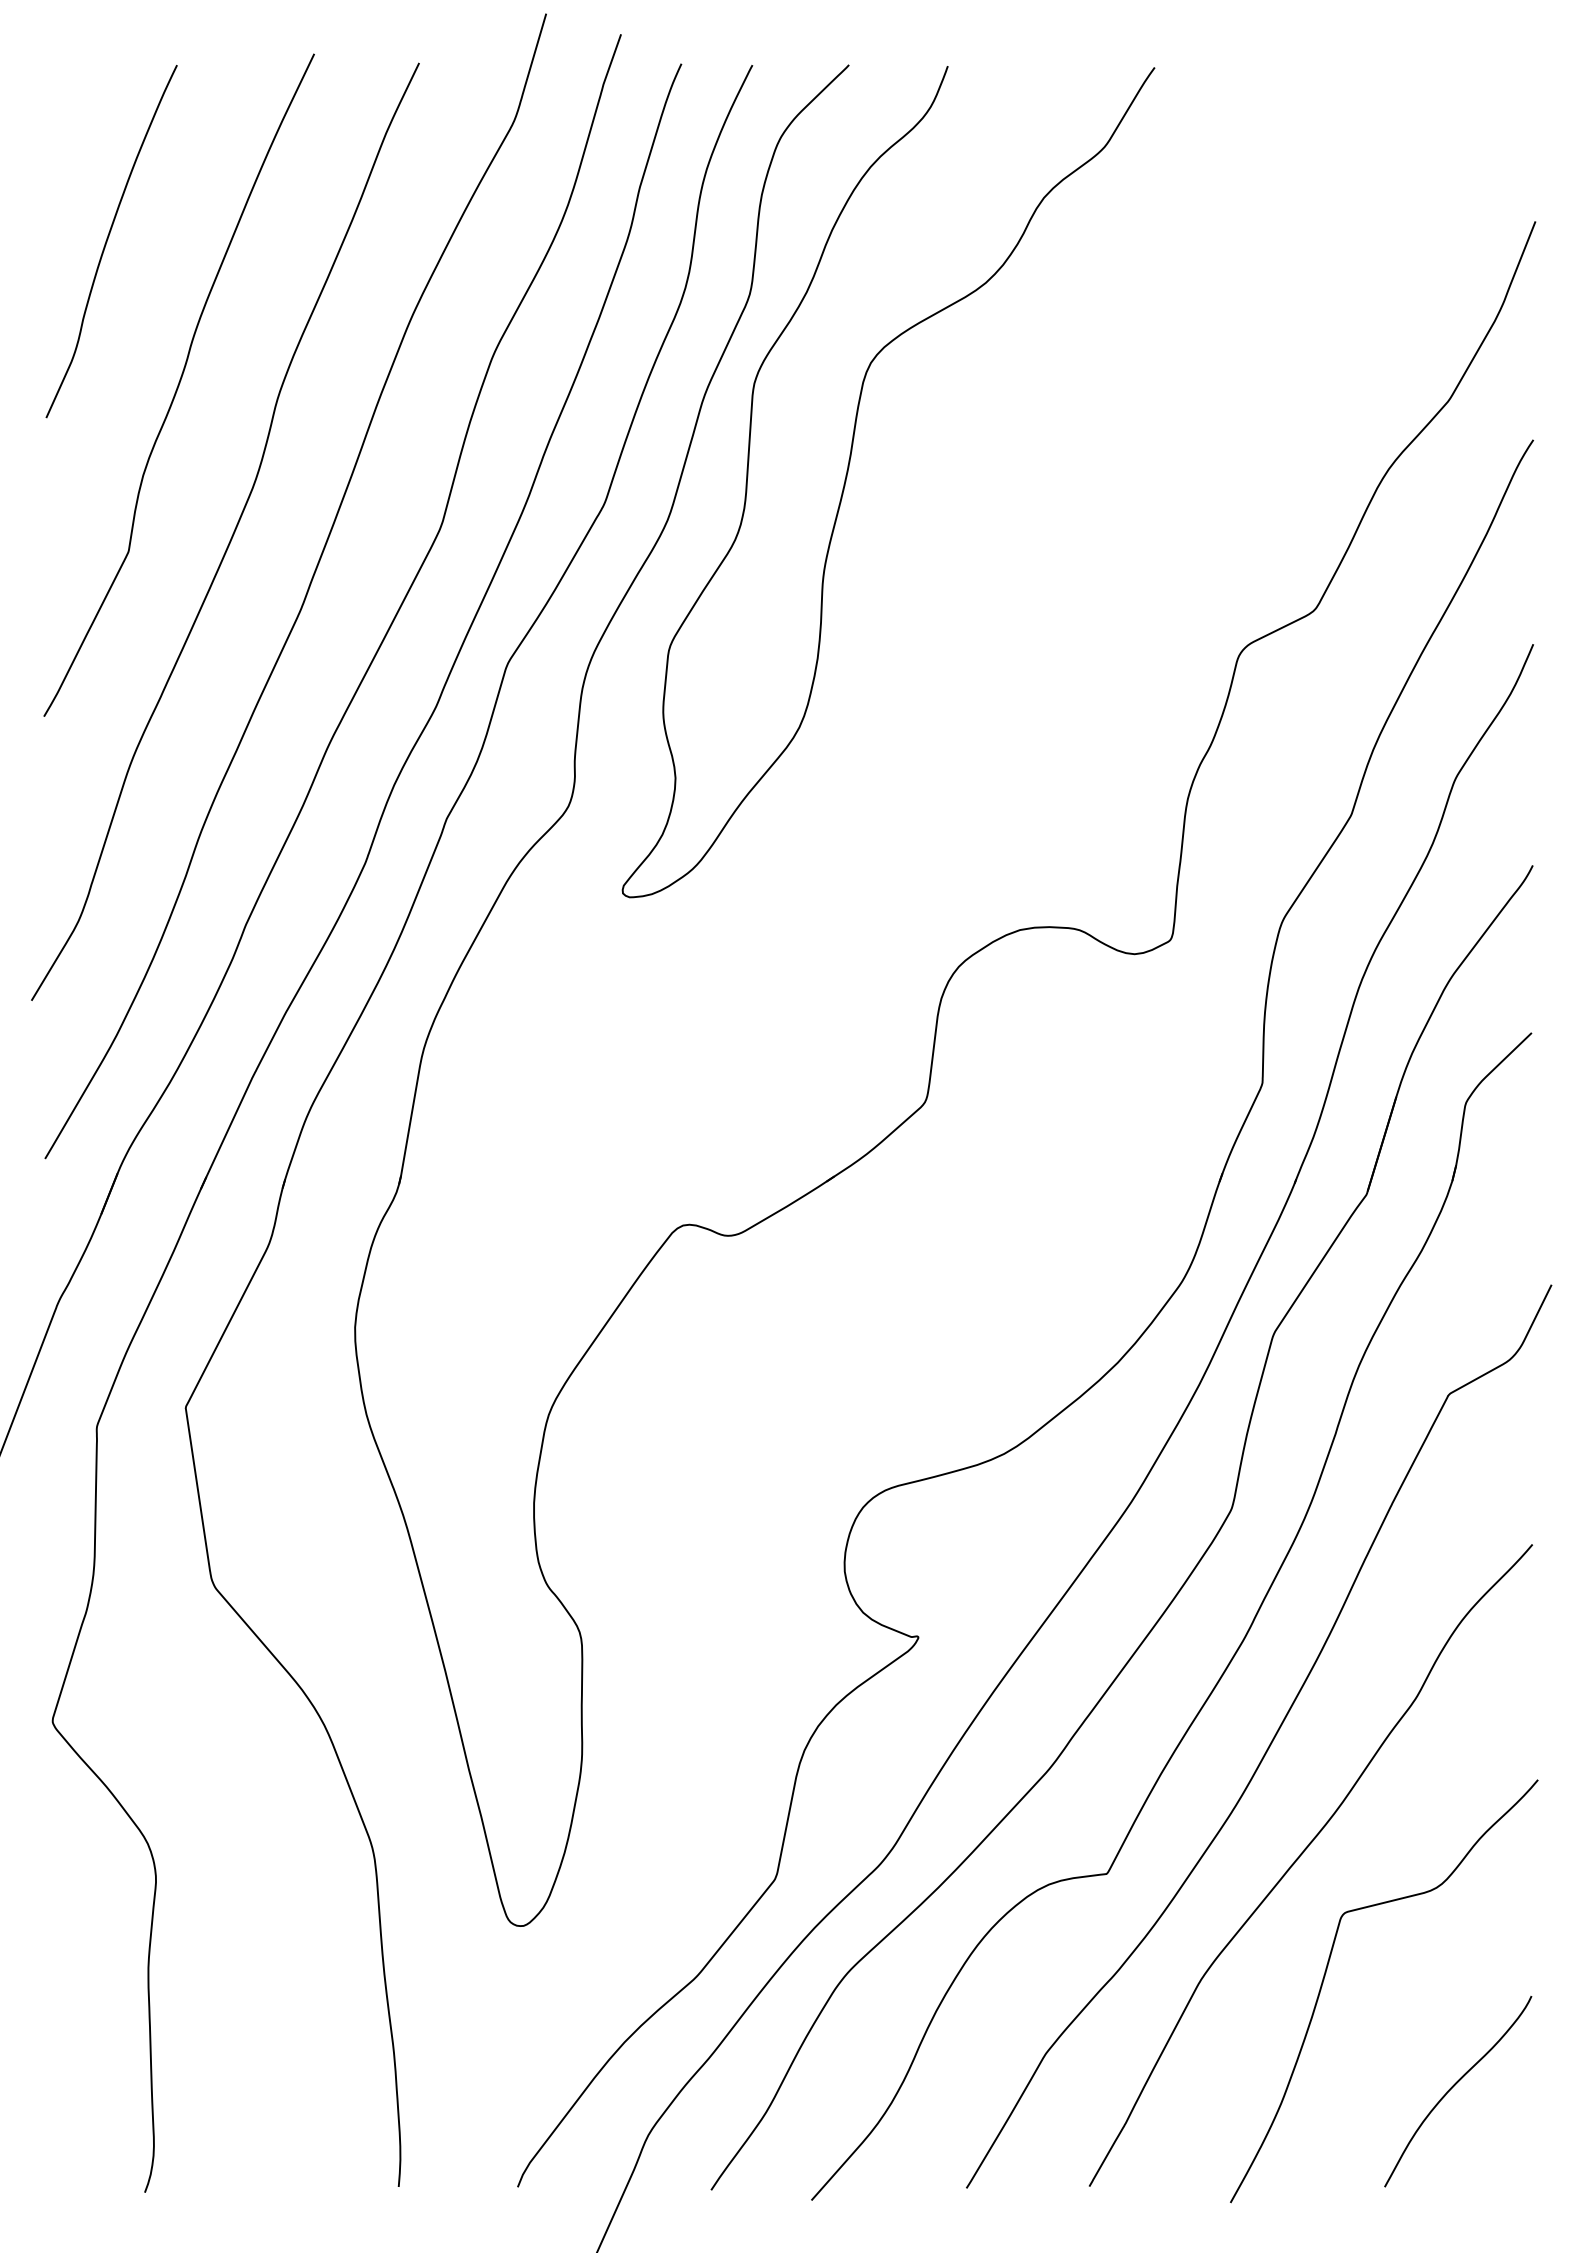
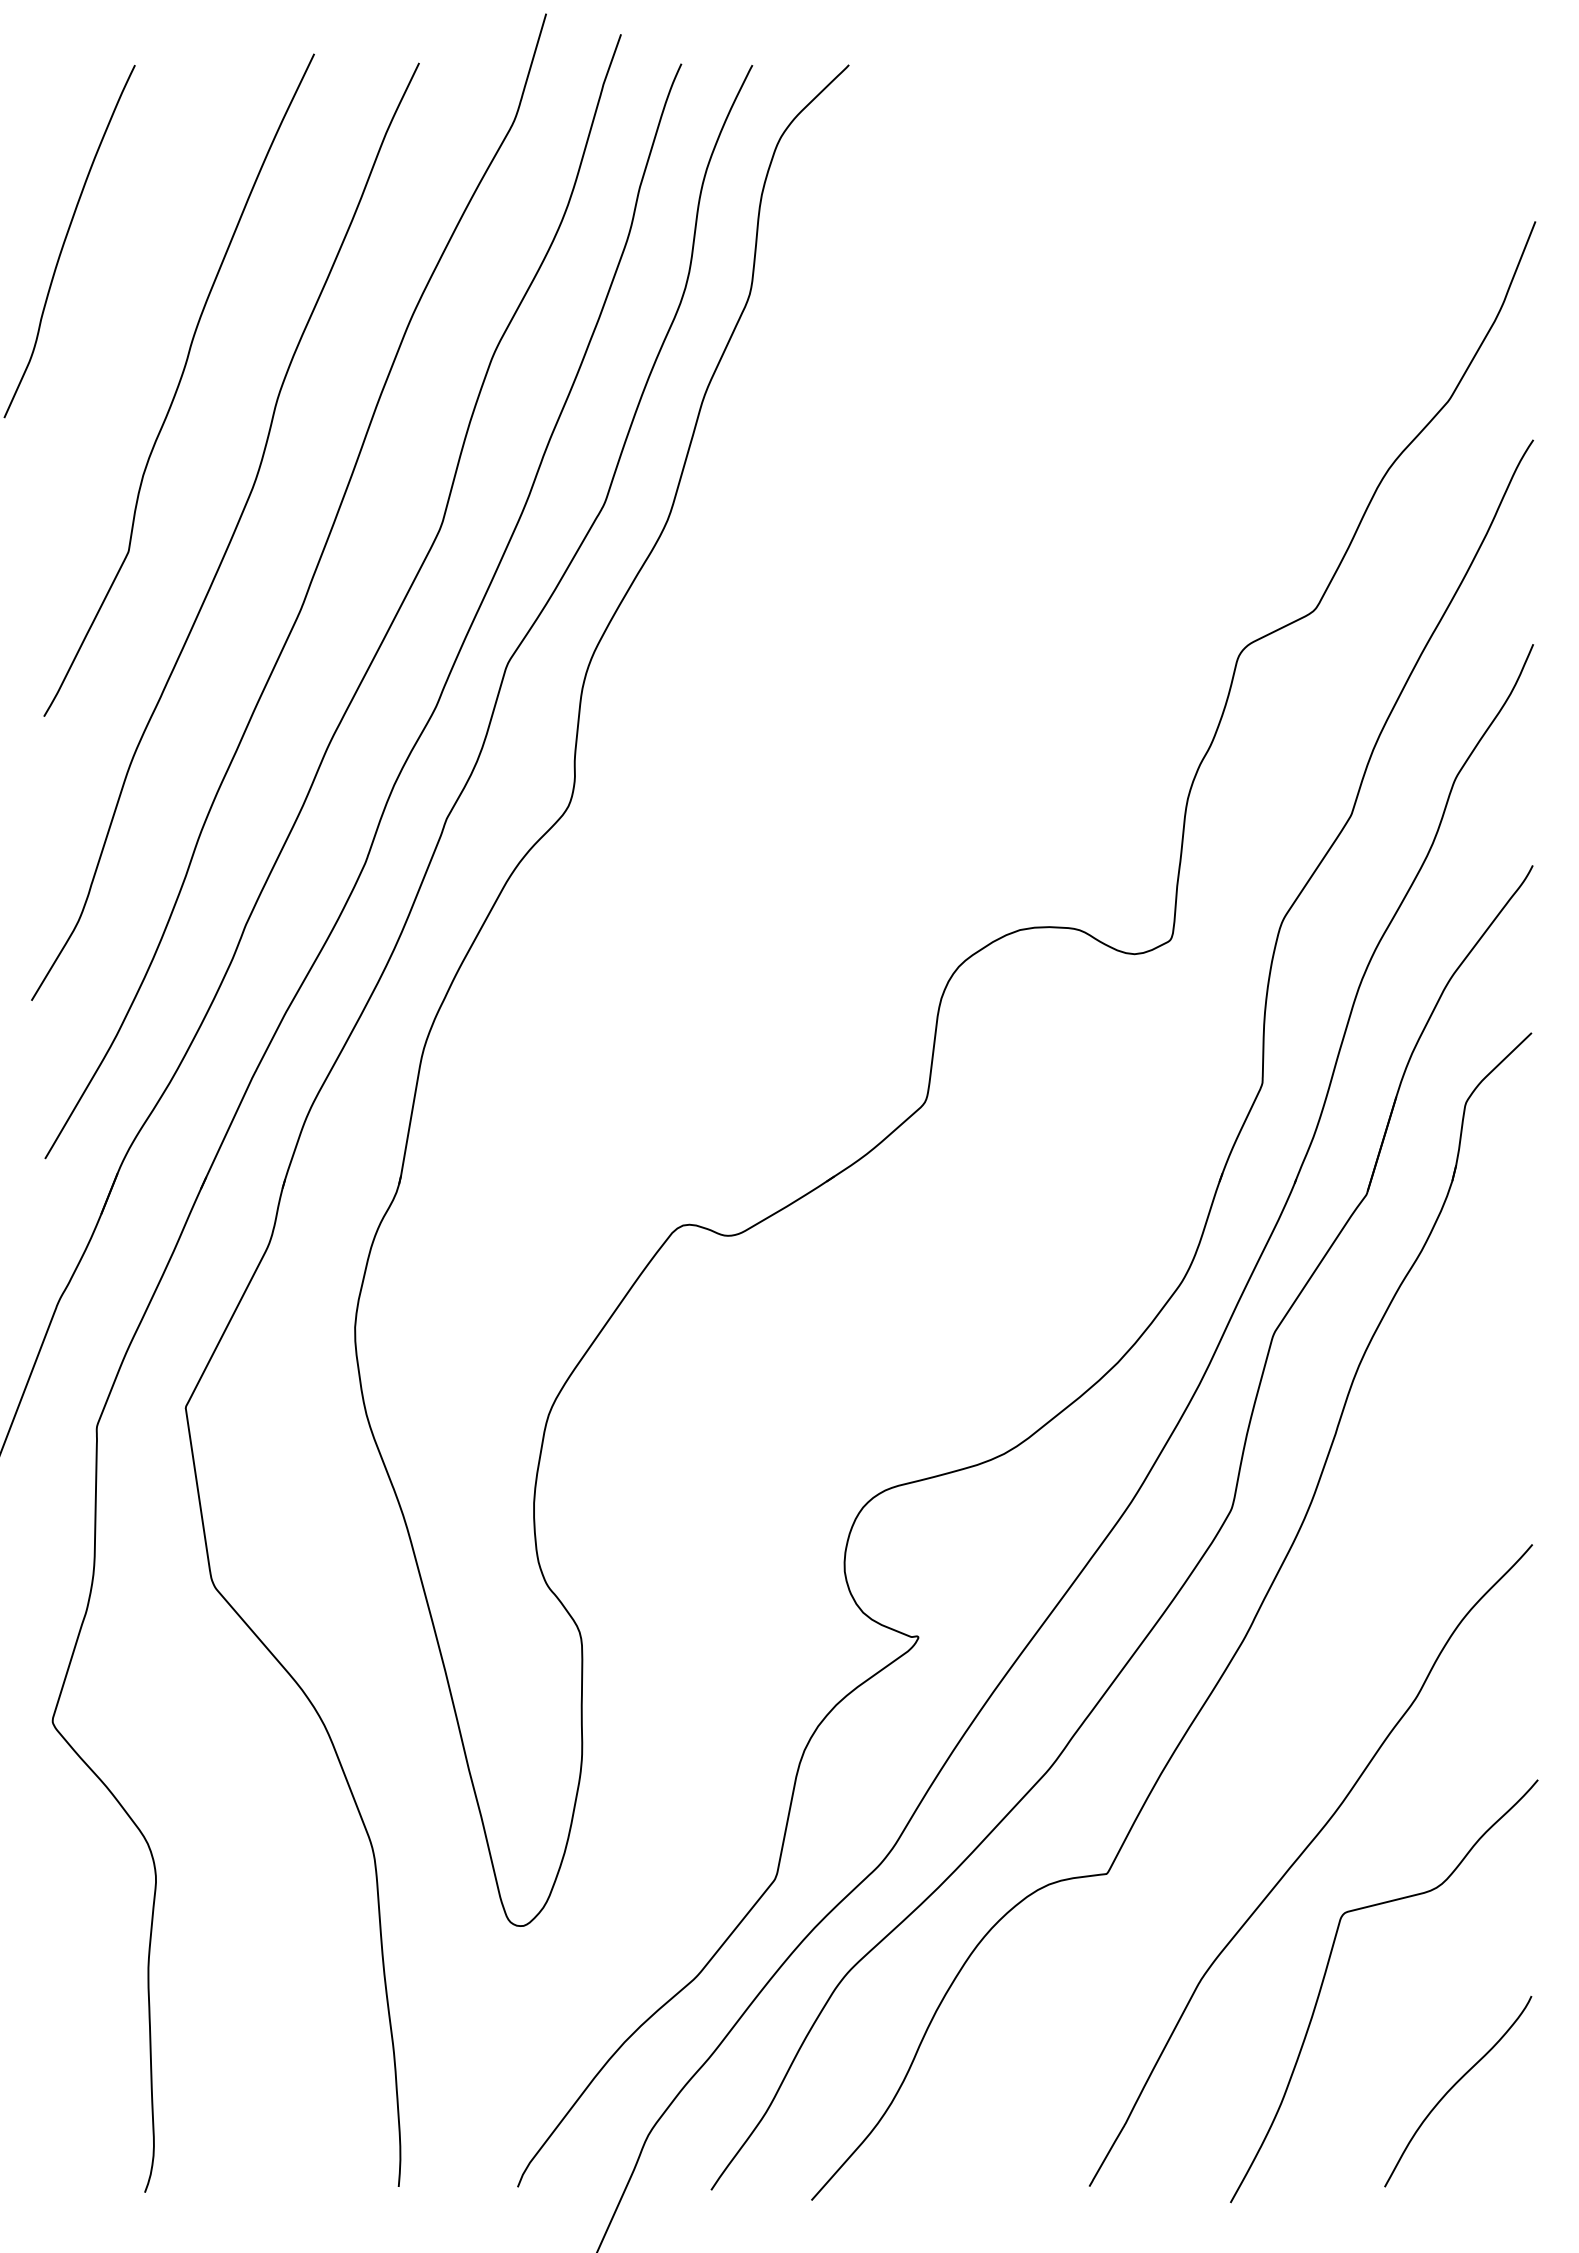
curve at (108, 239) position: (108, 239) -> (66, 239)
curve at (848, 472): present -> none
curve at (1270, 1742): present -> none
